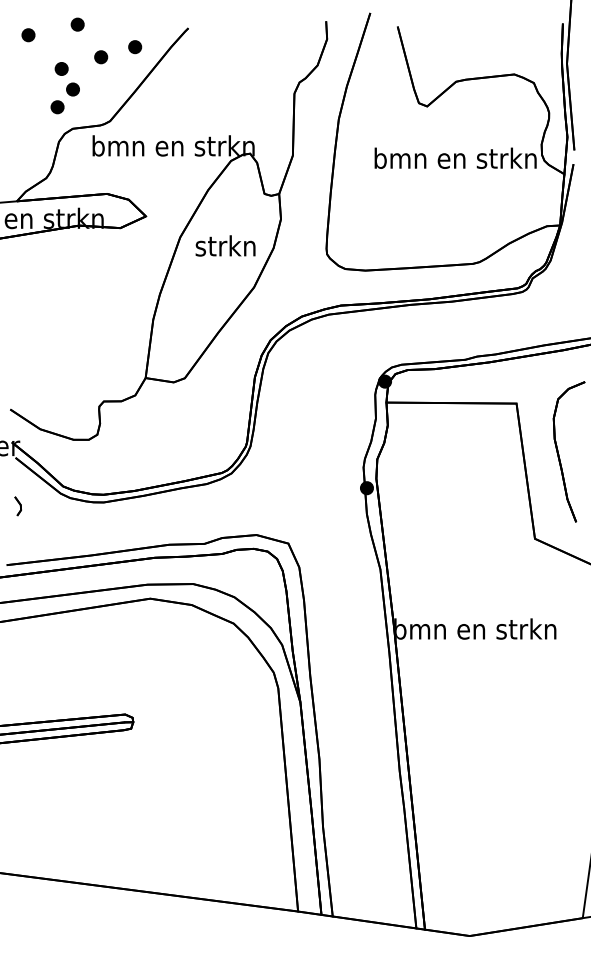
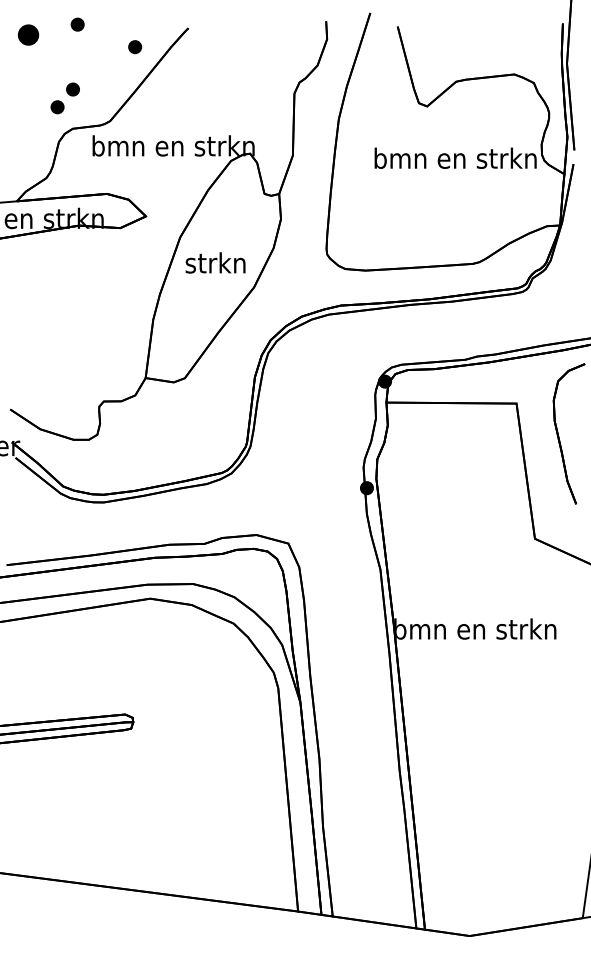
part at (28, 35) size: 15x15 px -> 23x22 px
part at (101, 57): present -> none
part at (61, 68): present -> none
text at (225, 245) position: (225, 245) -> (215, 262)
part at (559, 454) position: (559, 454) -> (559, 436)
part at (17, 506): present -> none
